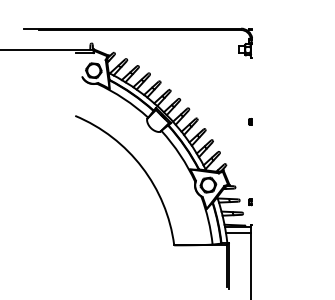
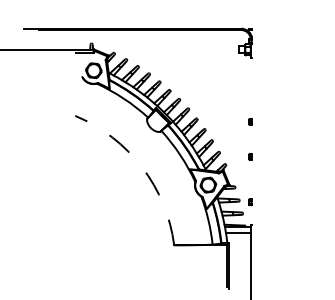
part at (250, 156): none -> present
arc at (142, 167): solid -> dashed
